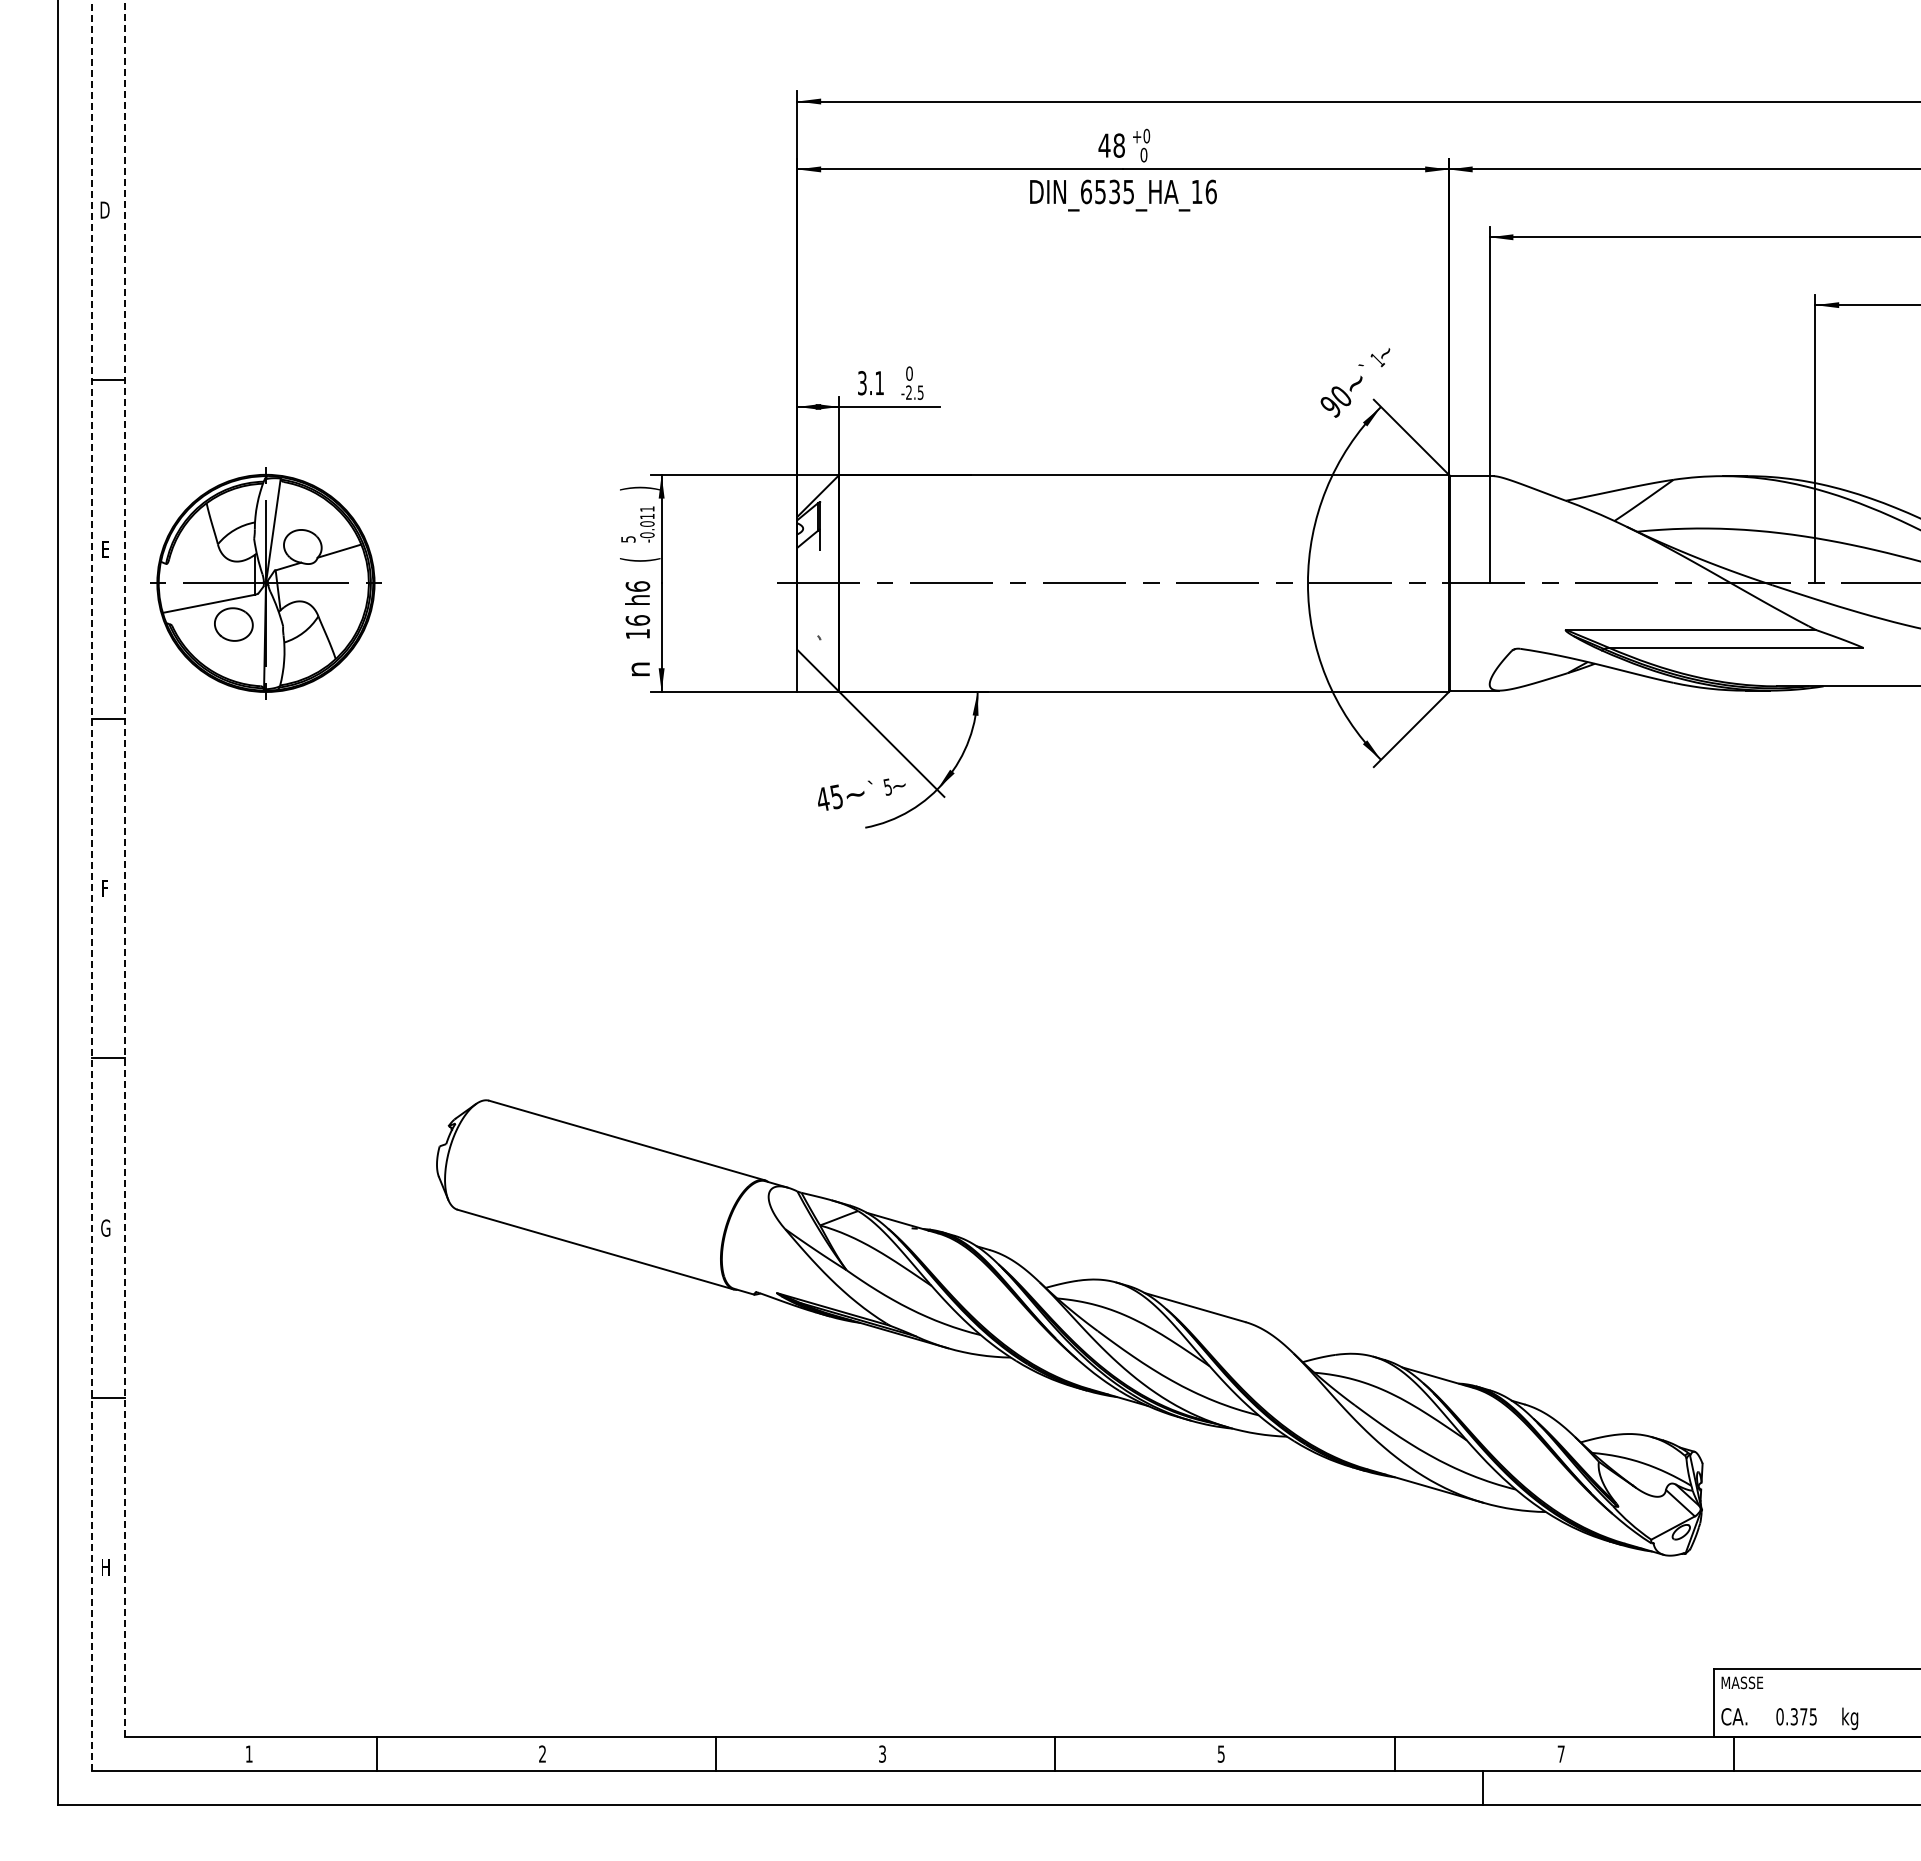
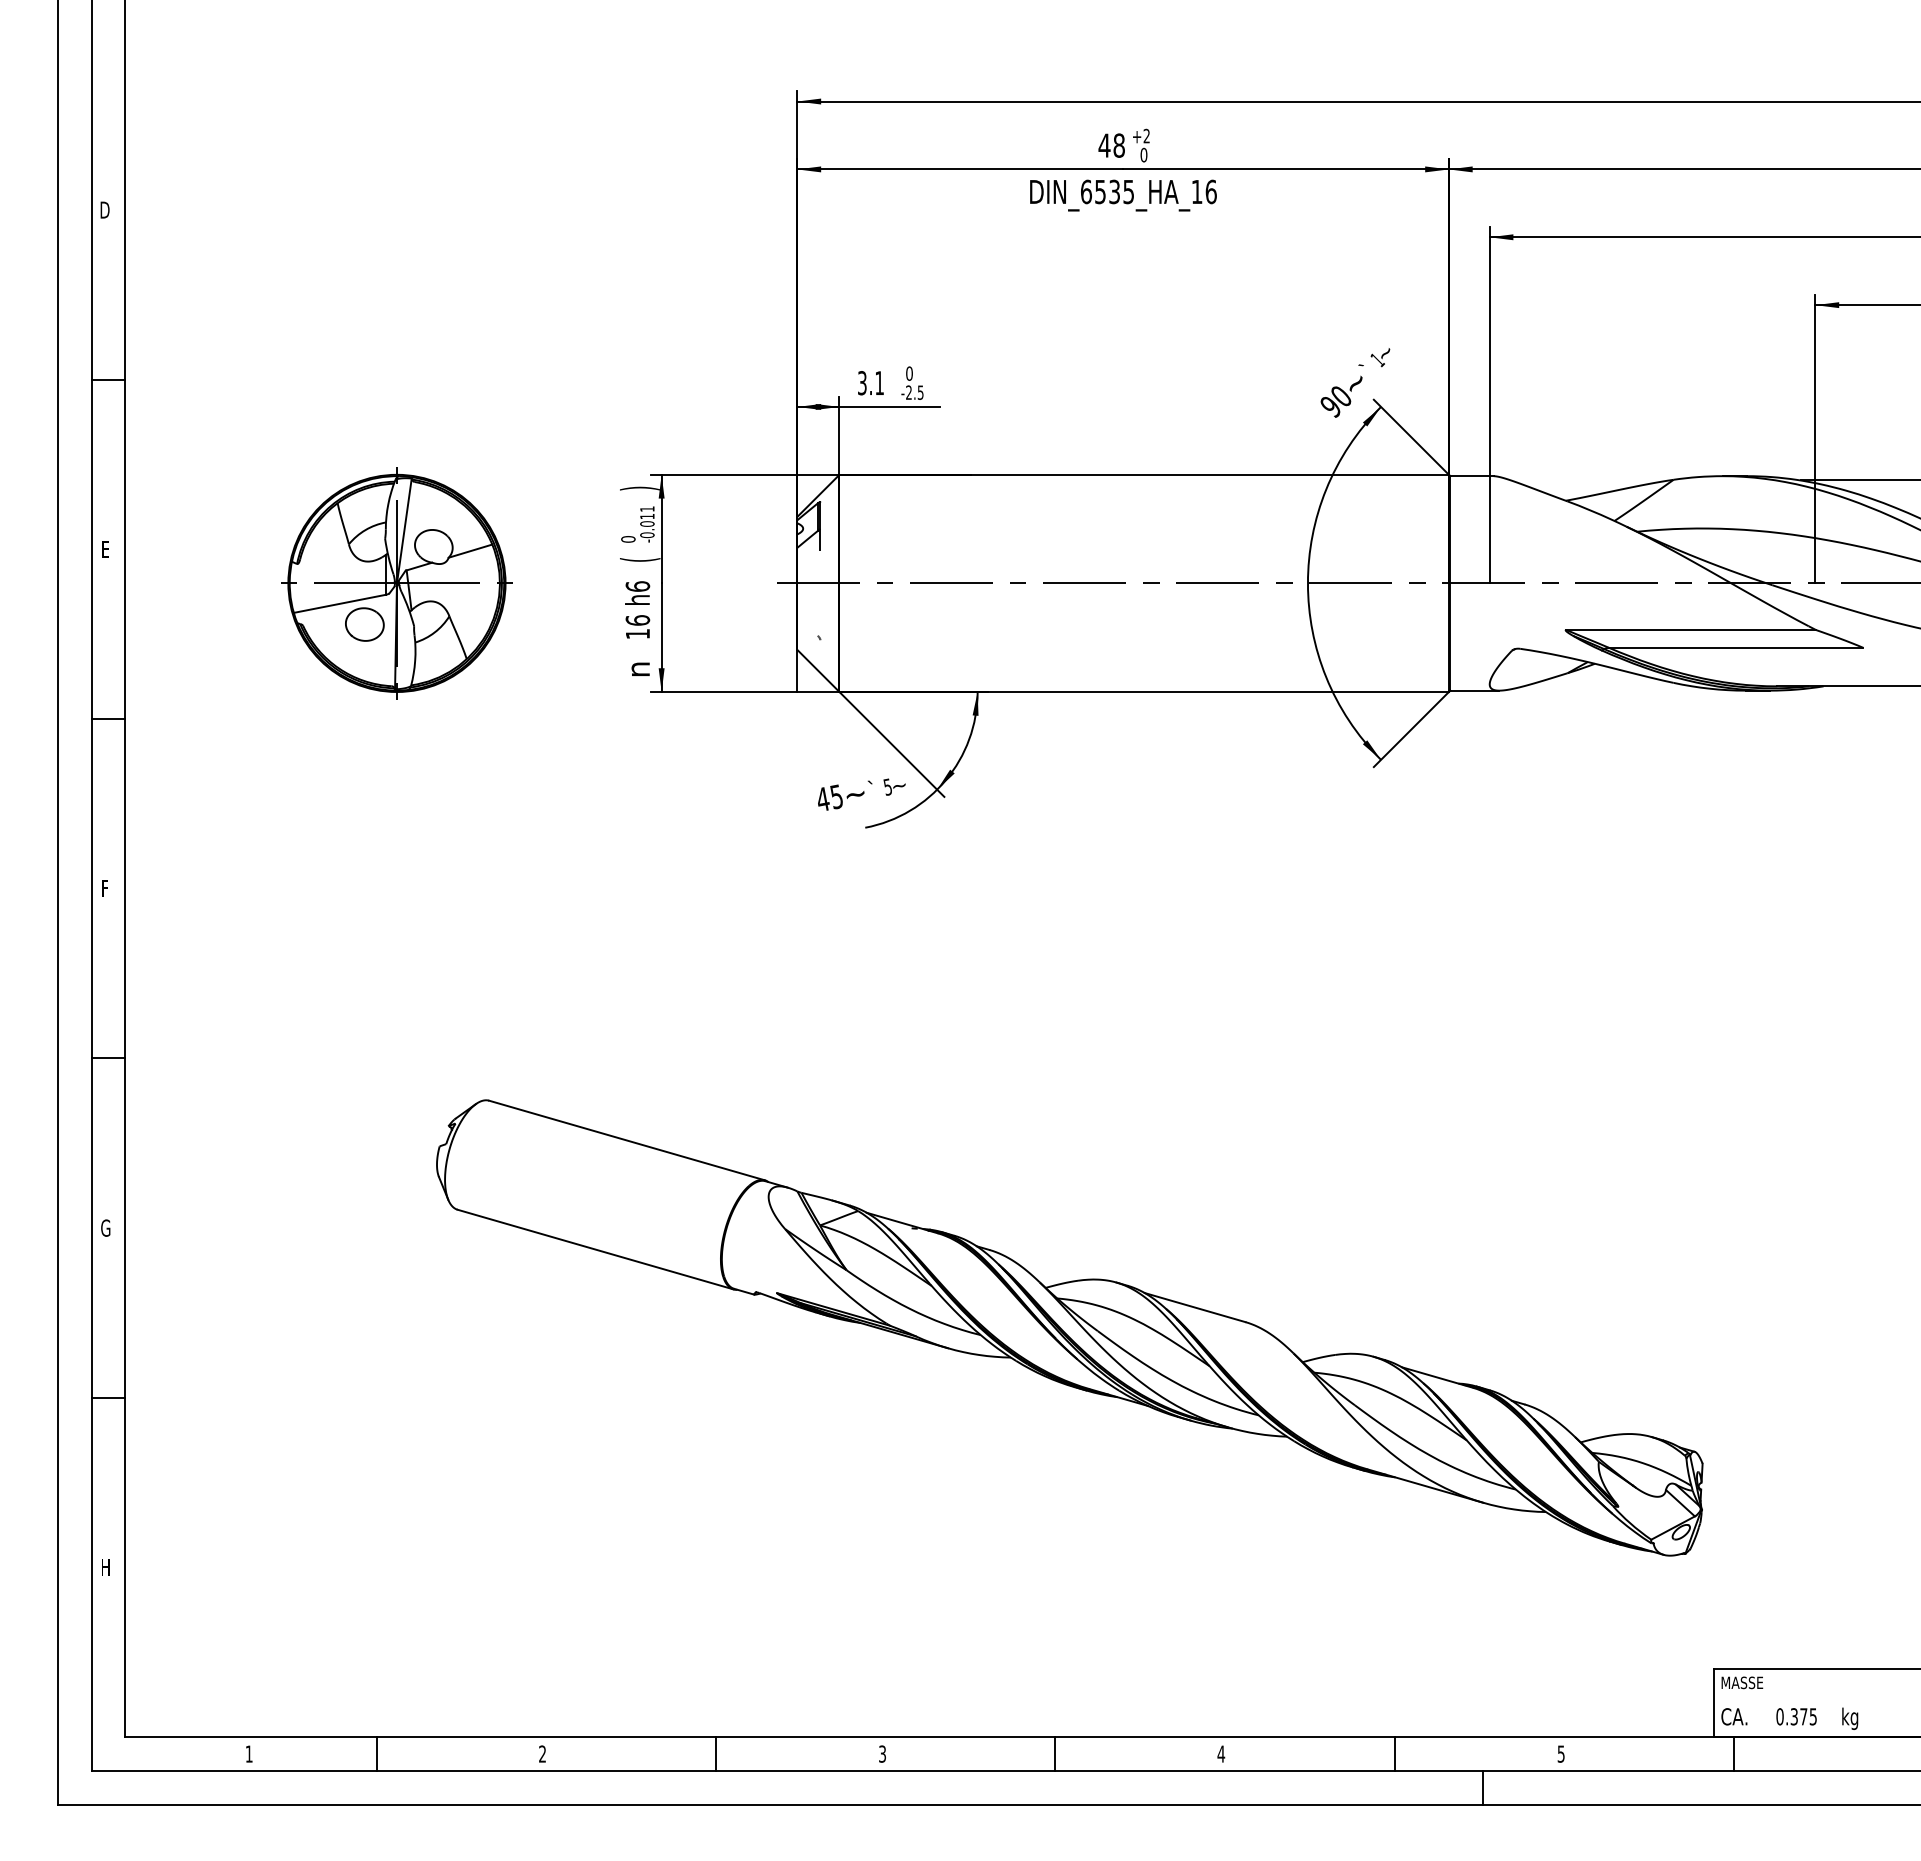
text at (1146, 136): +0 -> +2
line at (1858, 480): none -> present
text at (628, 539): 5 -> 0
part at (265, 583) position: (265, 583) -> (396, 583)
line at (125, 868): dashed -> solid
line at (91, 885): dashed -> solid
text at (1221, 1753): 5 -> 4
text at (1560, 1753): 7 -> 5
